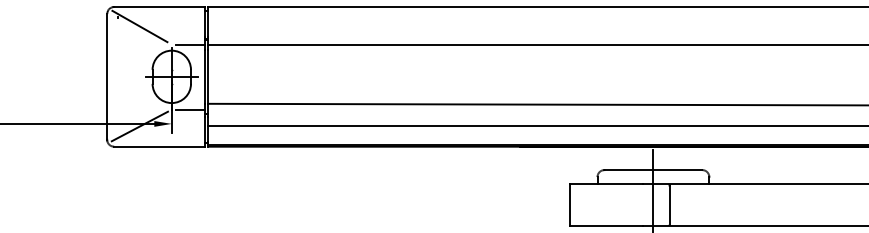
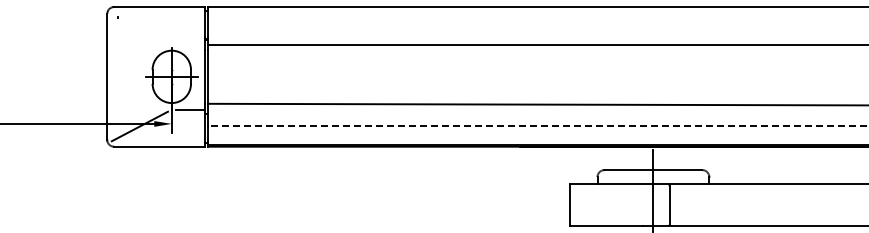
line at (139, 26): present -> none
line at (189, 44): present -> none
line at (538, 125): solid -> dashed
